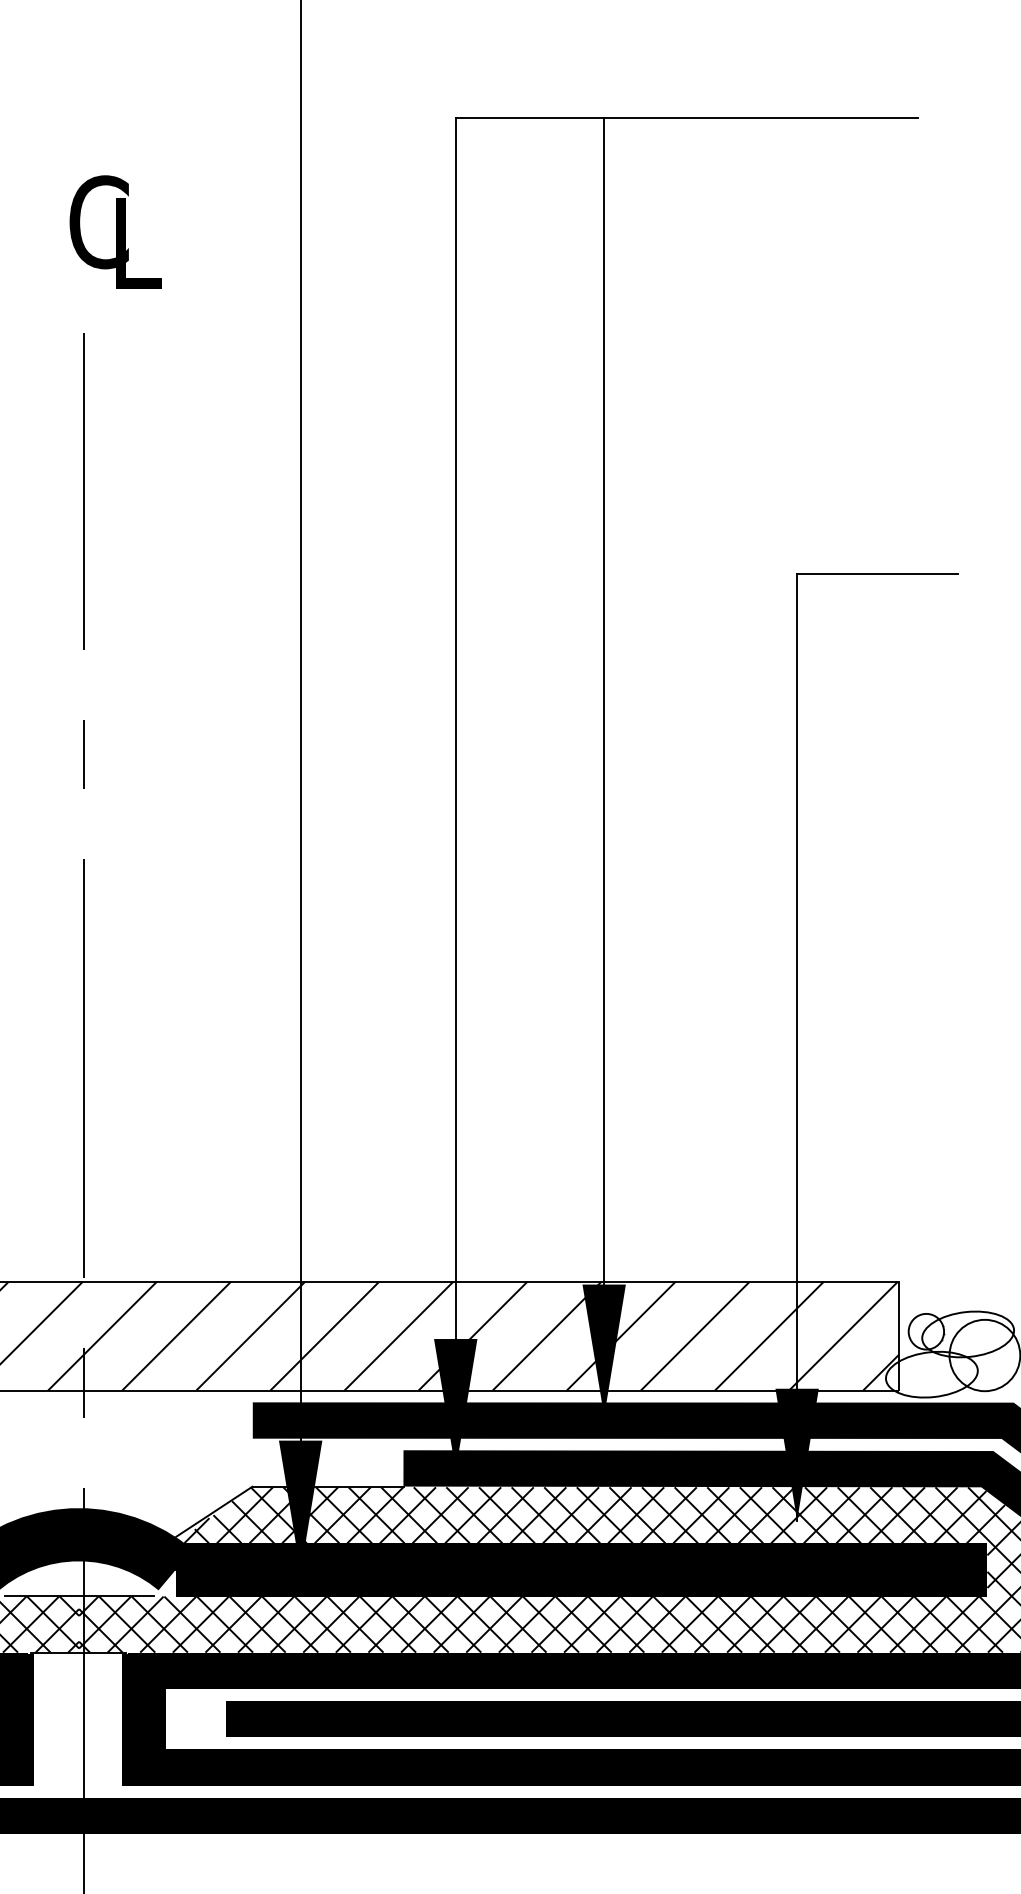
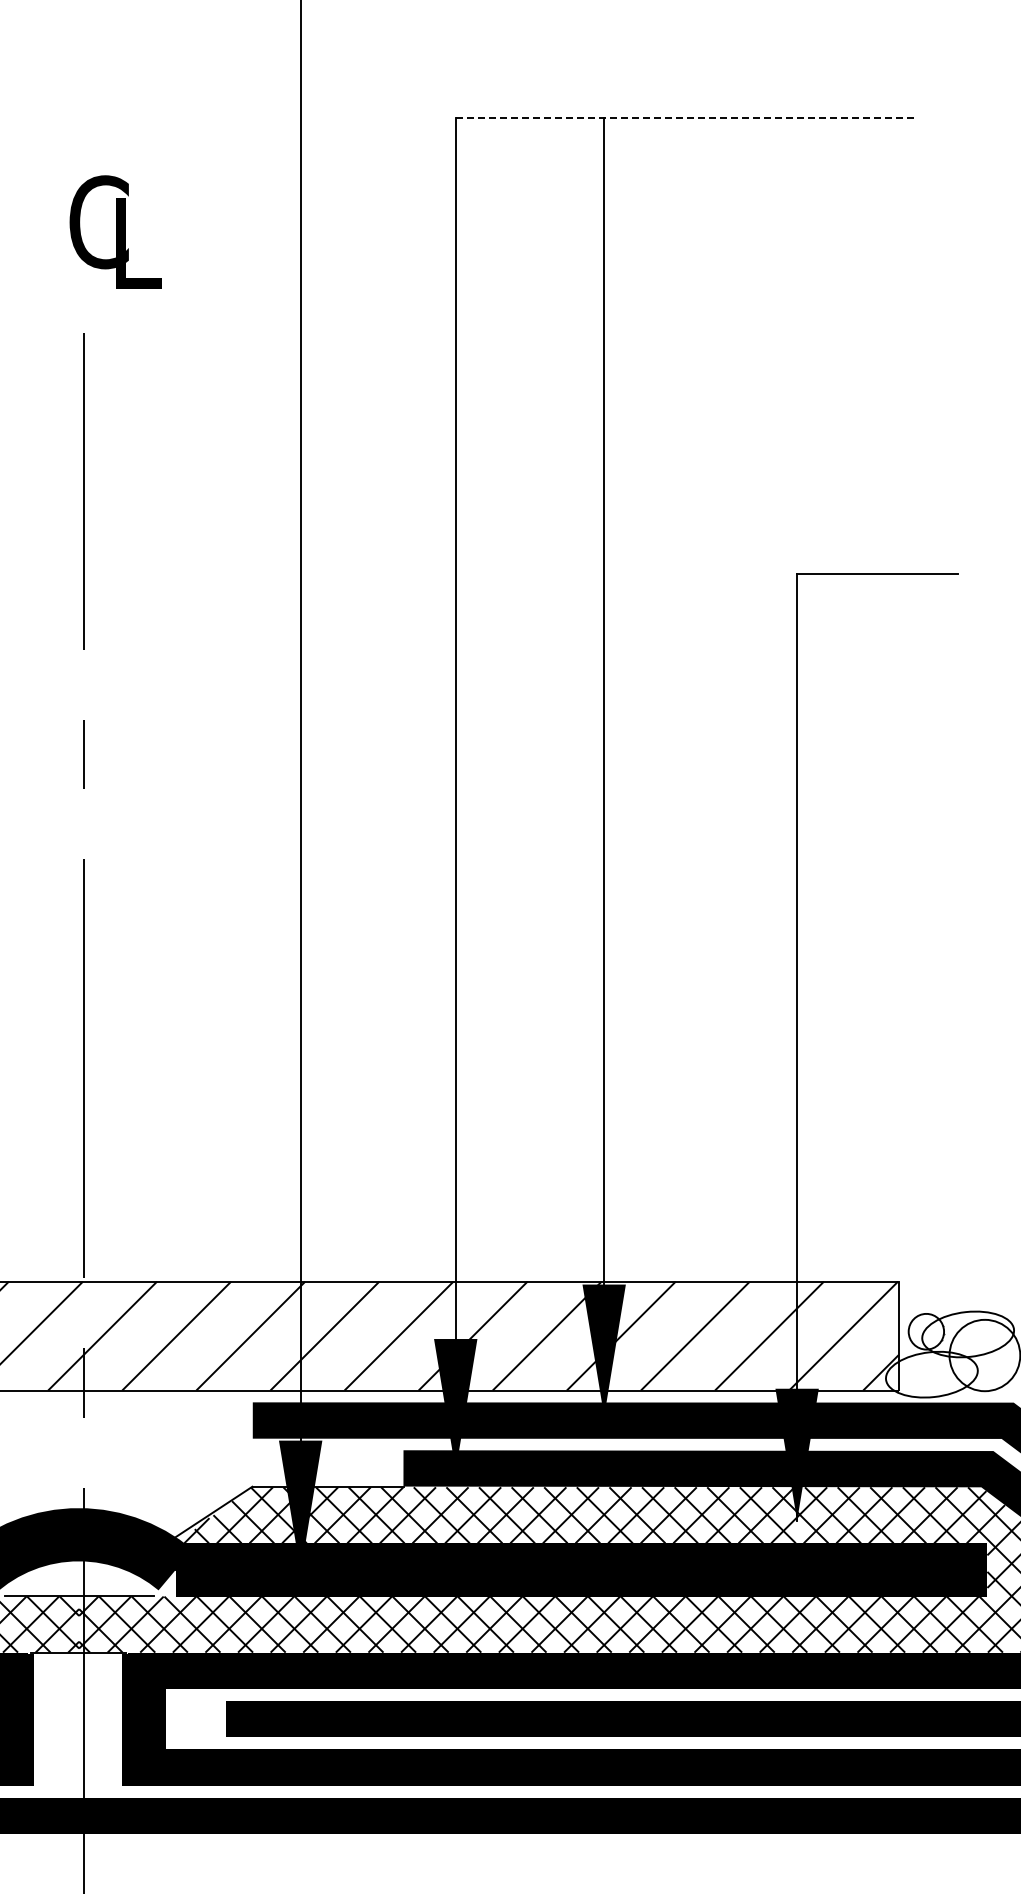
line at (686, 117): solid -> dashed
